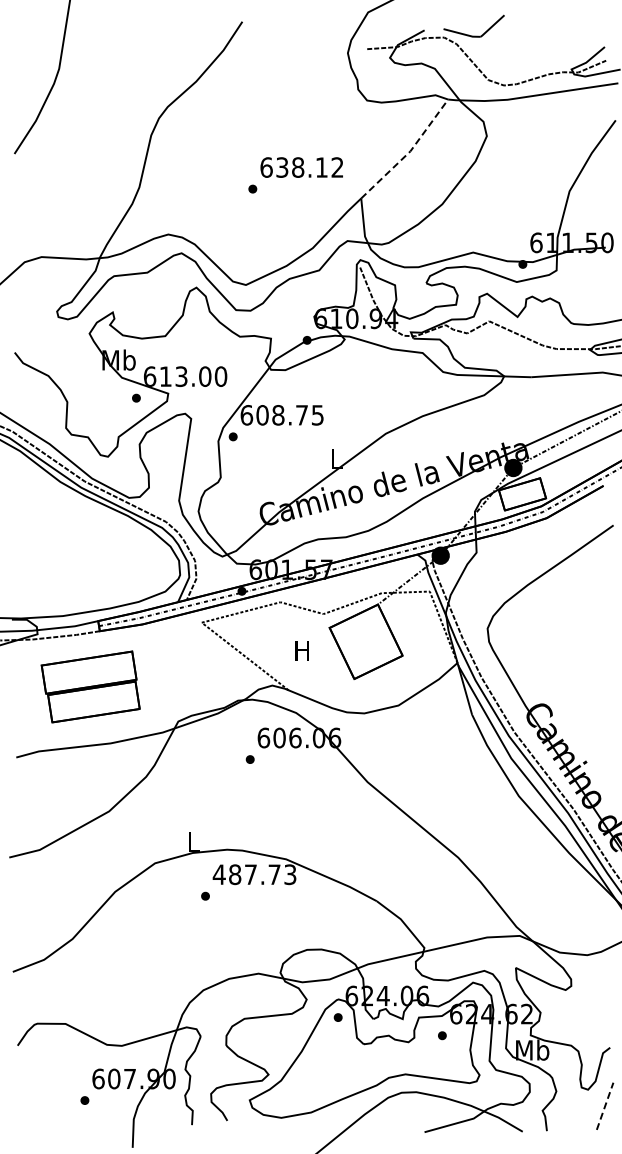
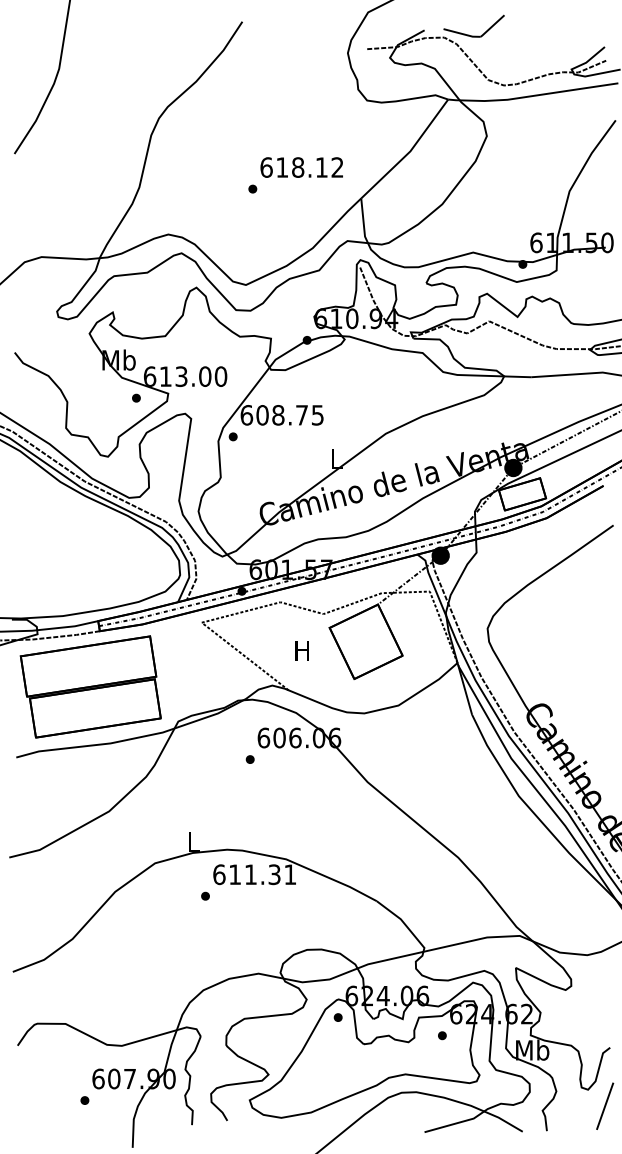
line at (409, 152): dashed -> solid
text at (282, 167): 638.12 -> 618.12
part at (90, 686) size: 101x74 px -> 143x104 px
text at (254, 874): 487.73 -> 611.31
line at (605, 1105): dashed -> solid
